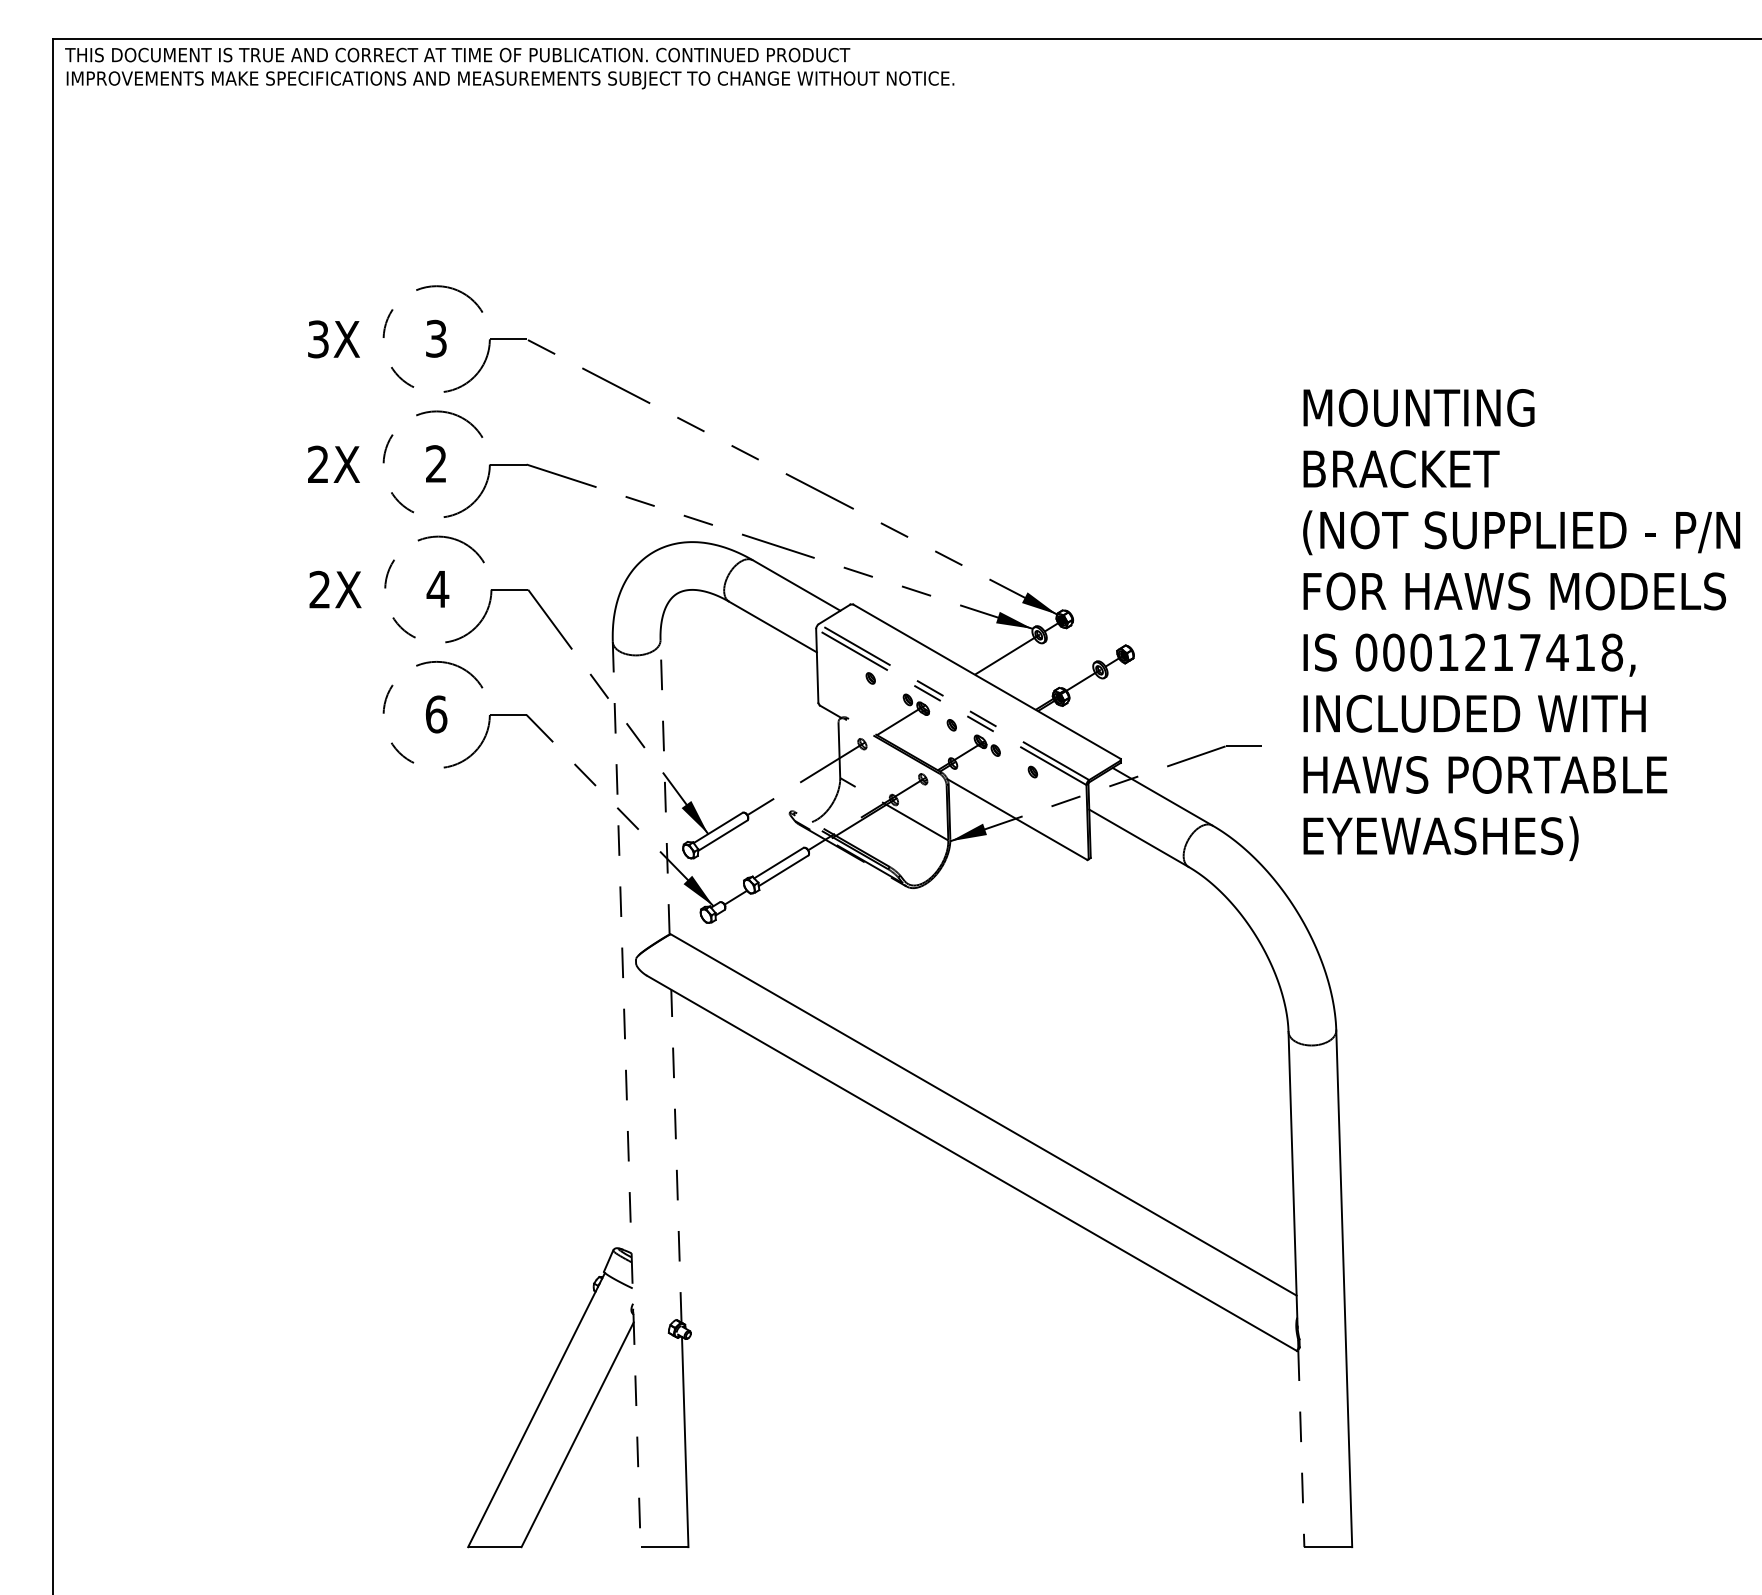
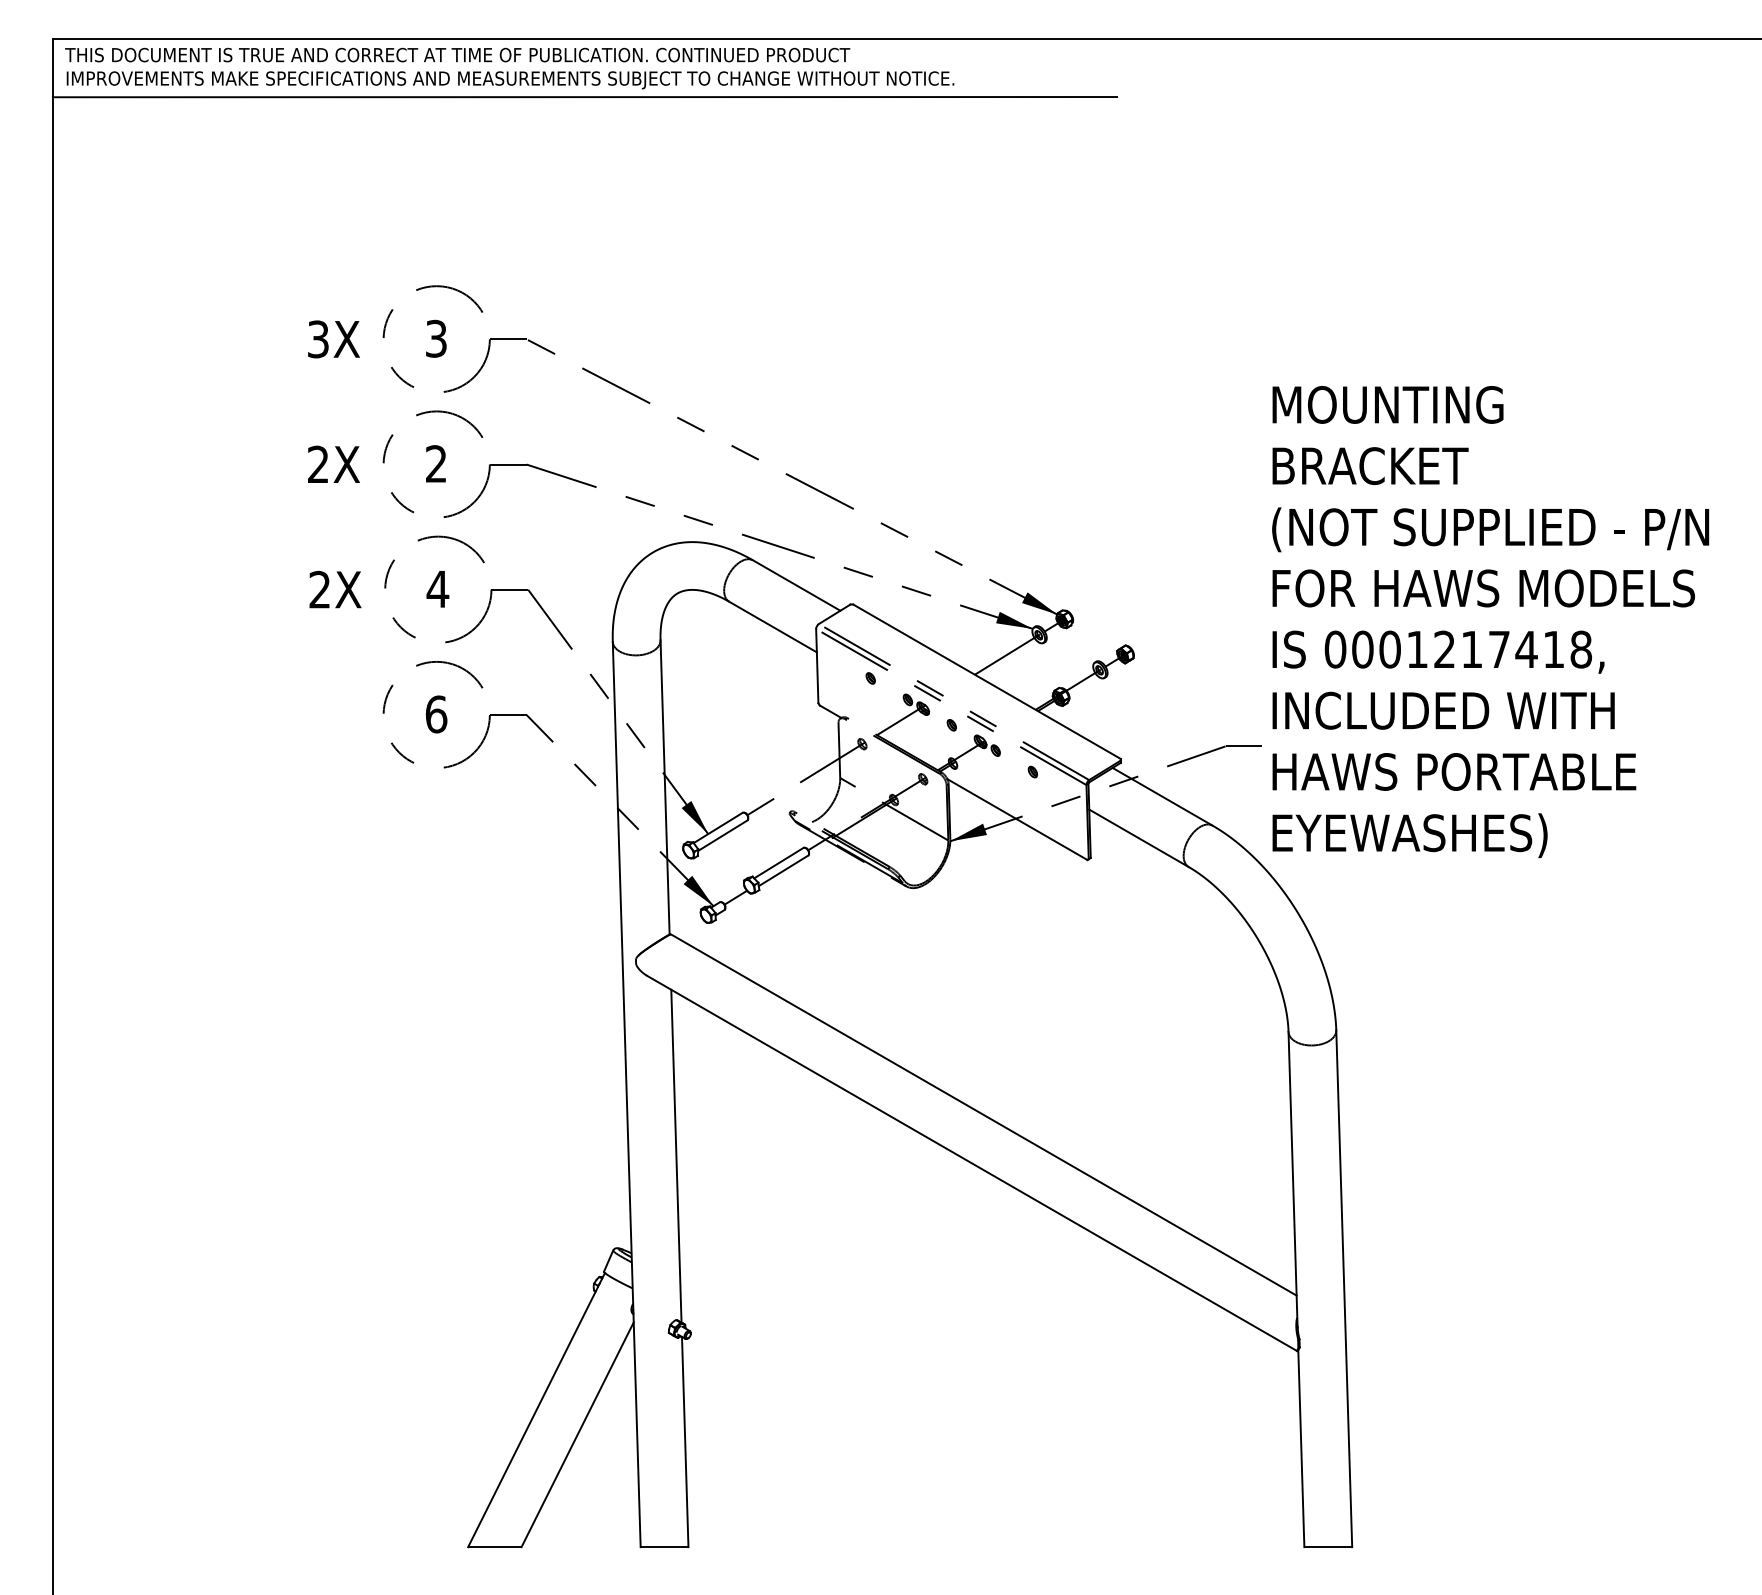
line at (584, 97): none -> present
text at (1521, 625) position: (1521, 625) -> (1490, 622)
line at (665, 787): dashed -> solid
line at (626, 1094): dashed -> solid
line at (676, 1156): dashed -> solid
line at (1301, 1449): dashed -> solid
